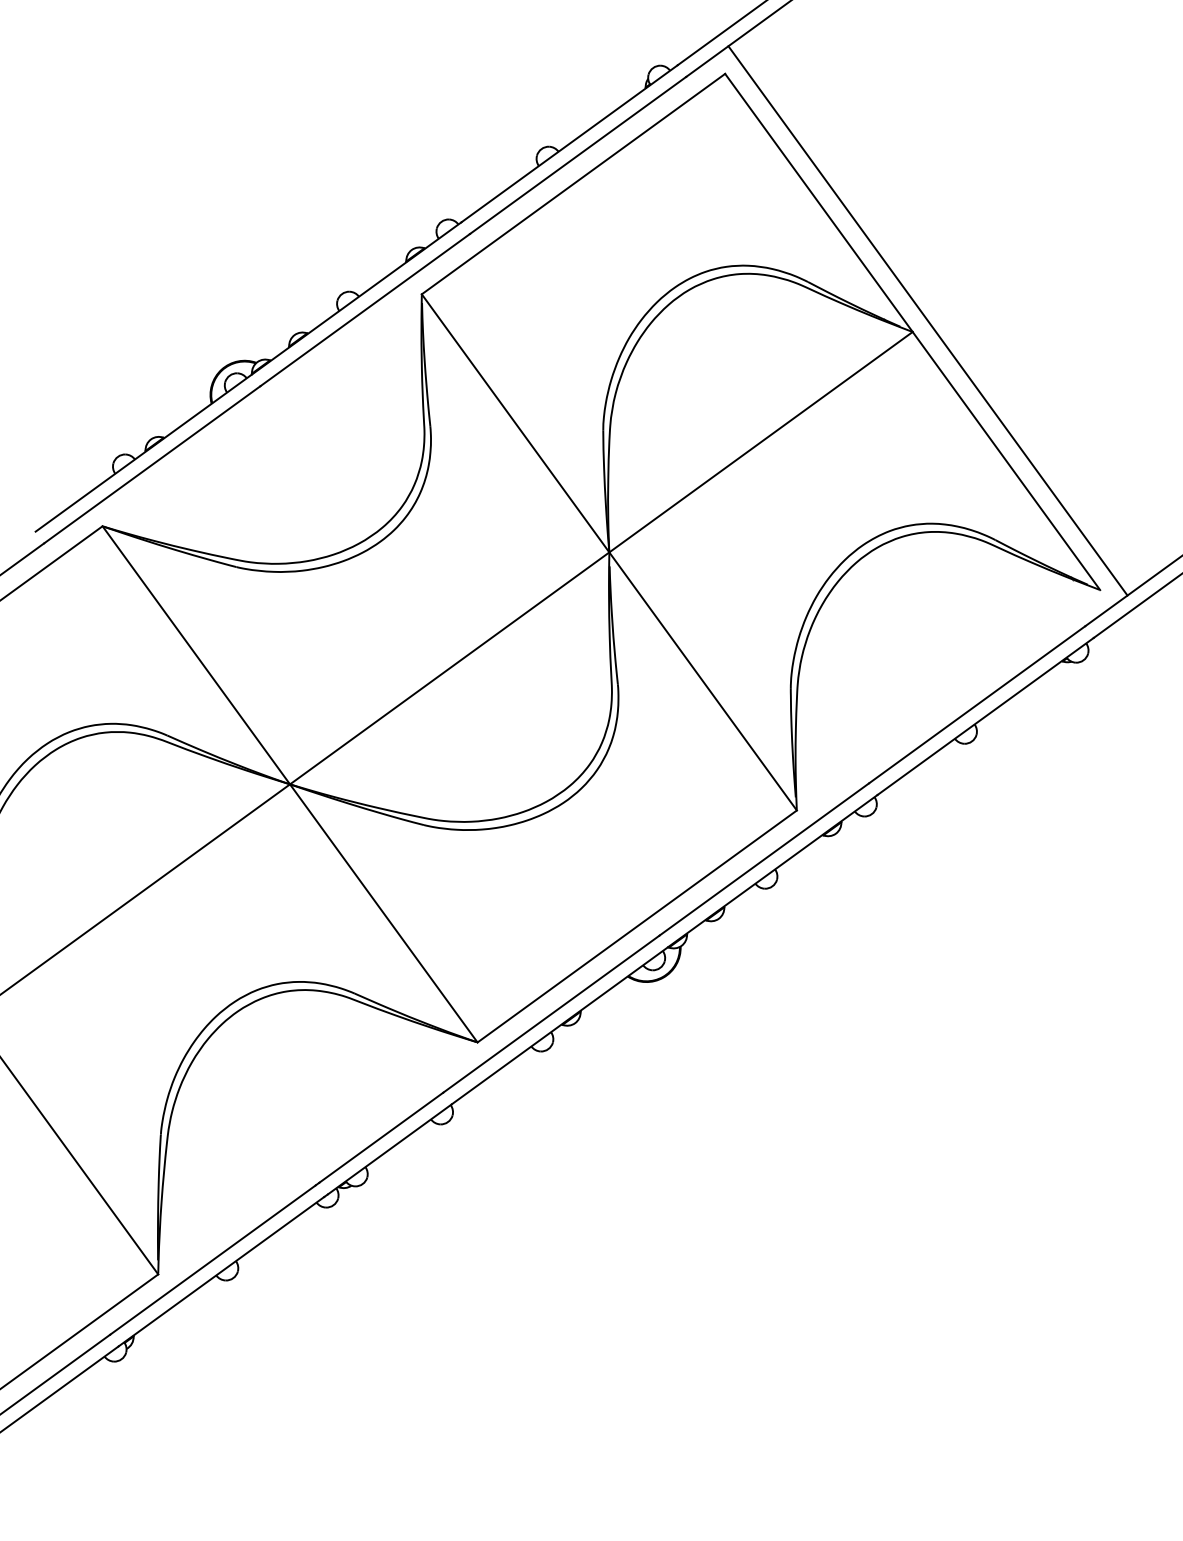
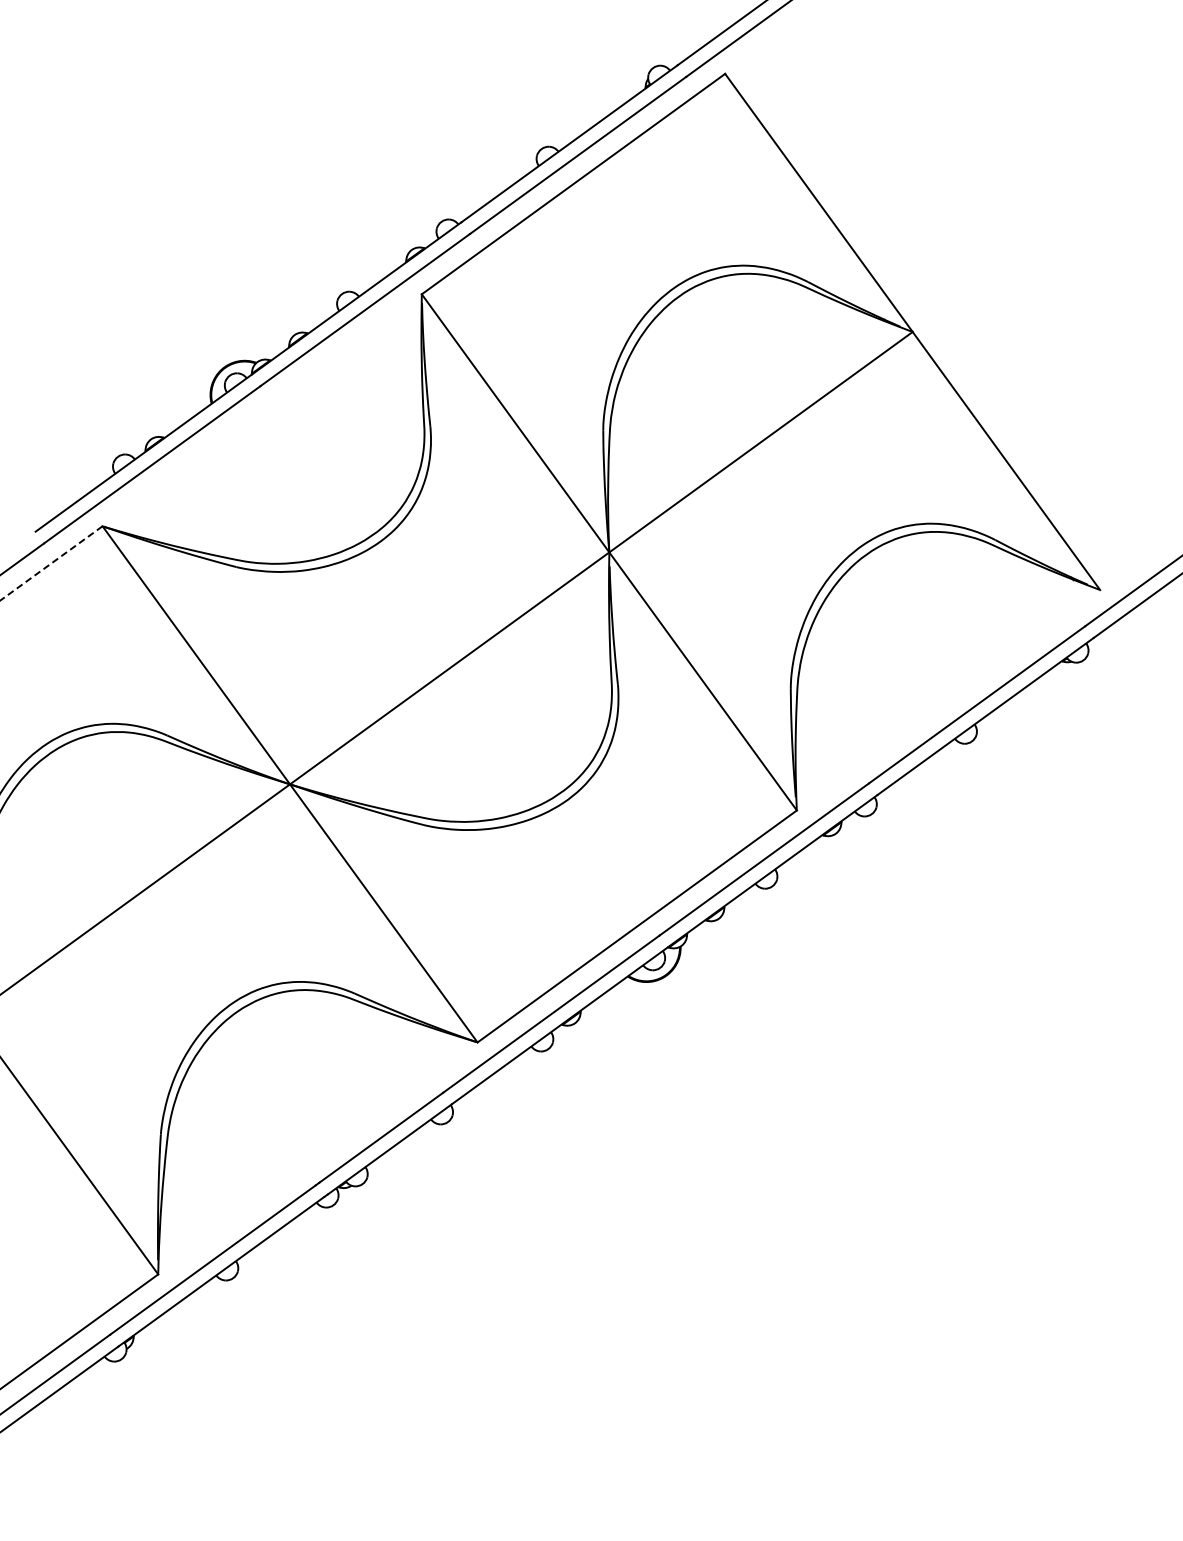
line at (927, 320): present -> none
line at (51, 563): solid -> dashed
